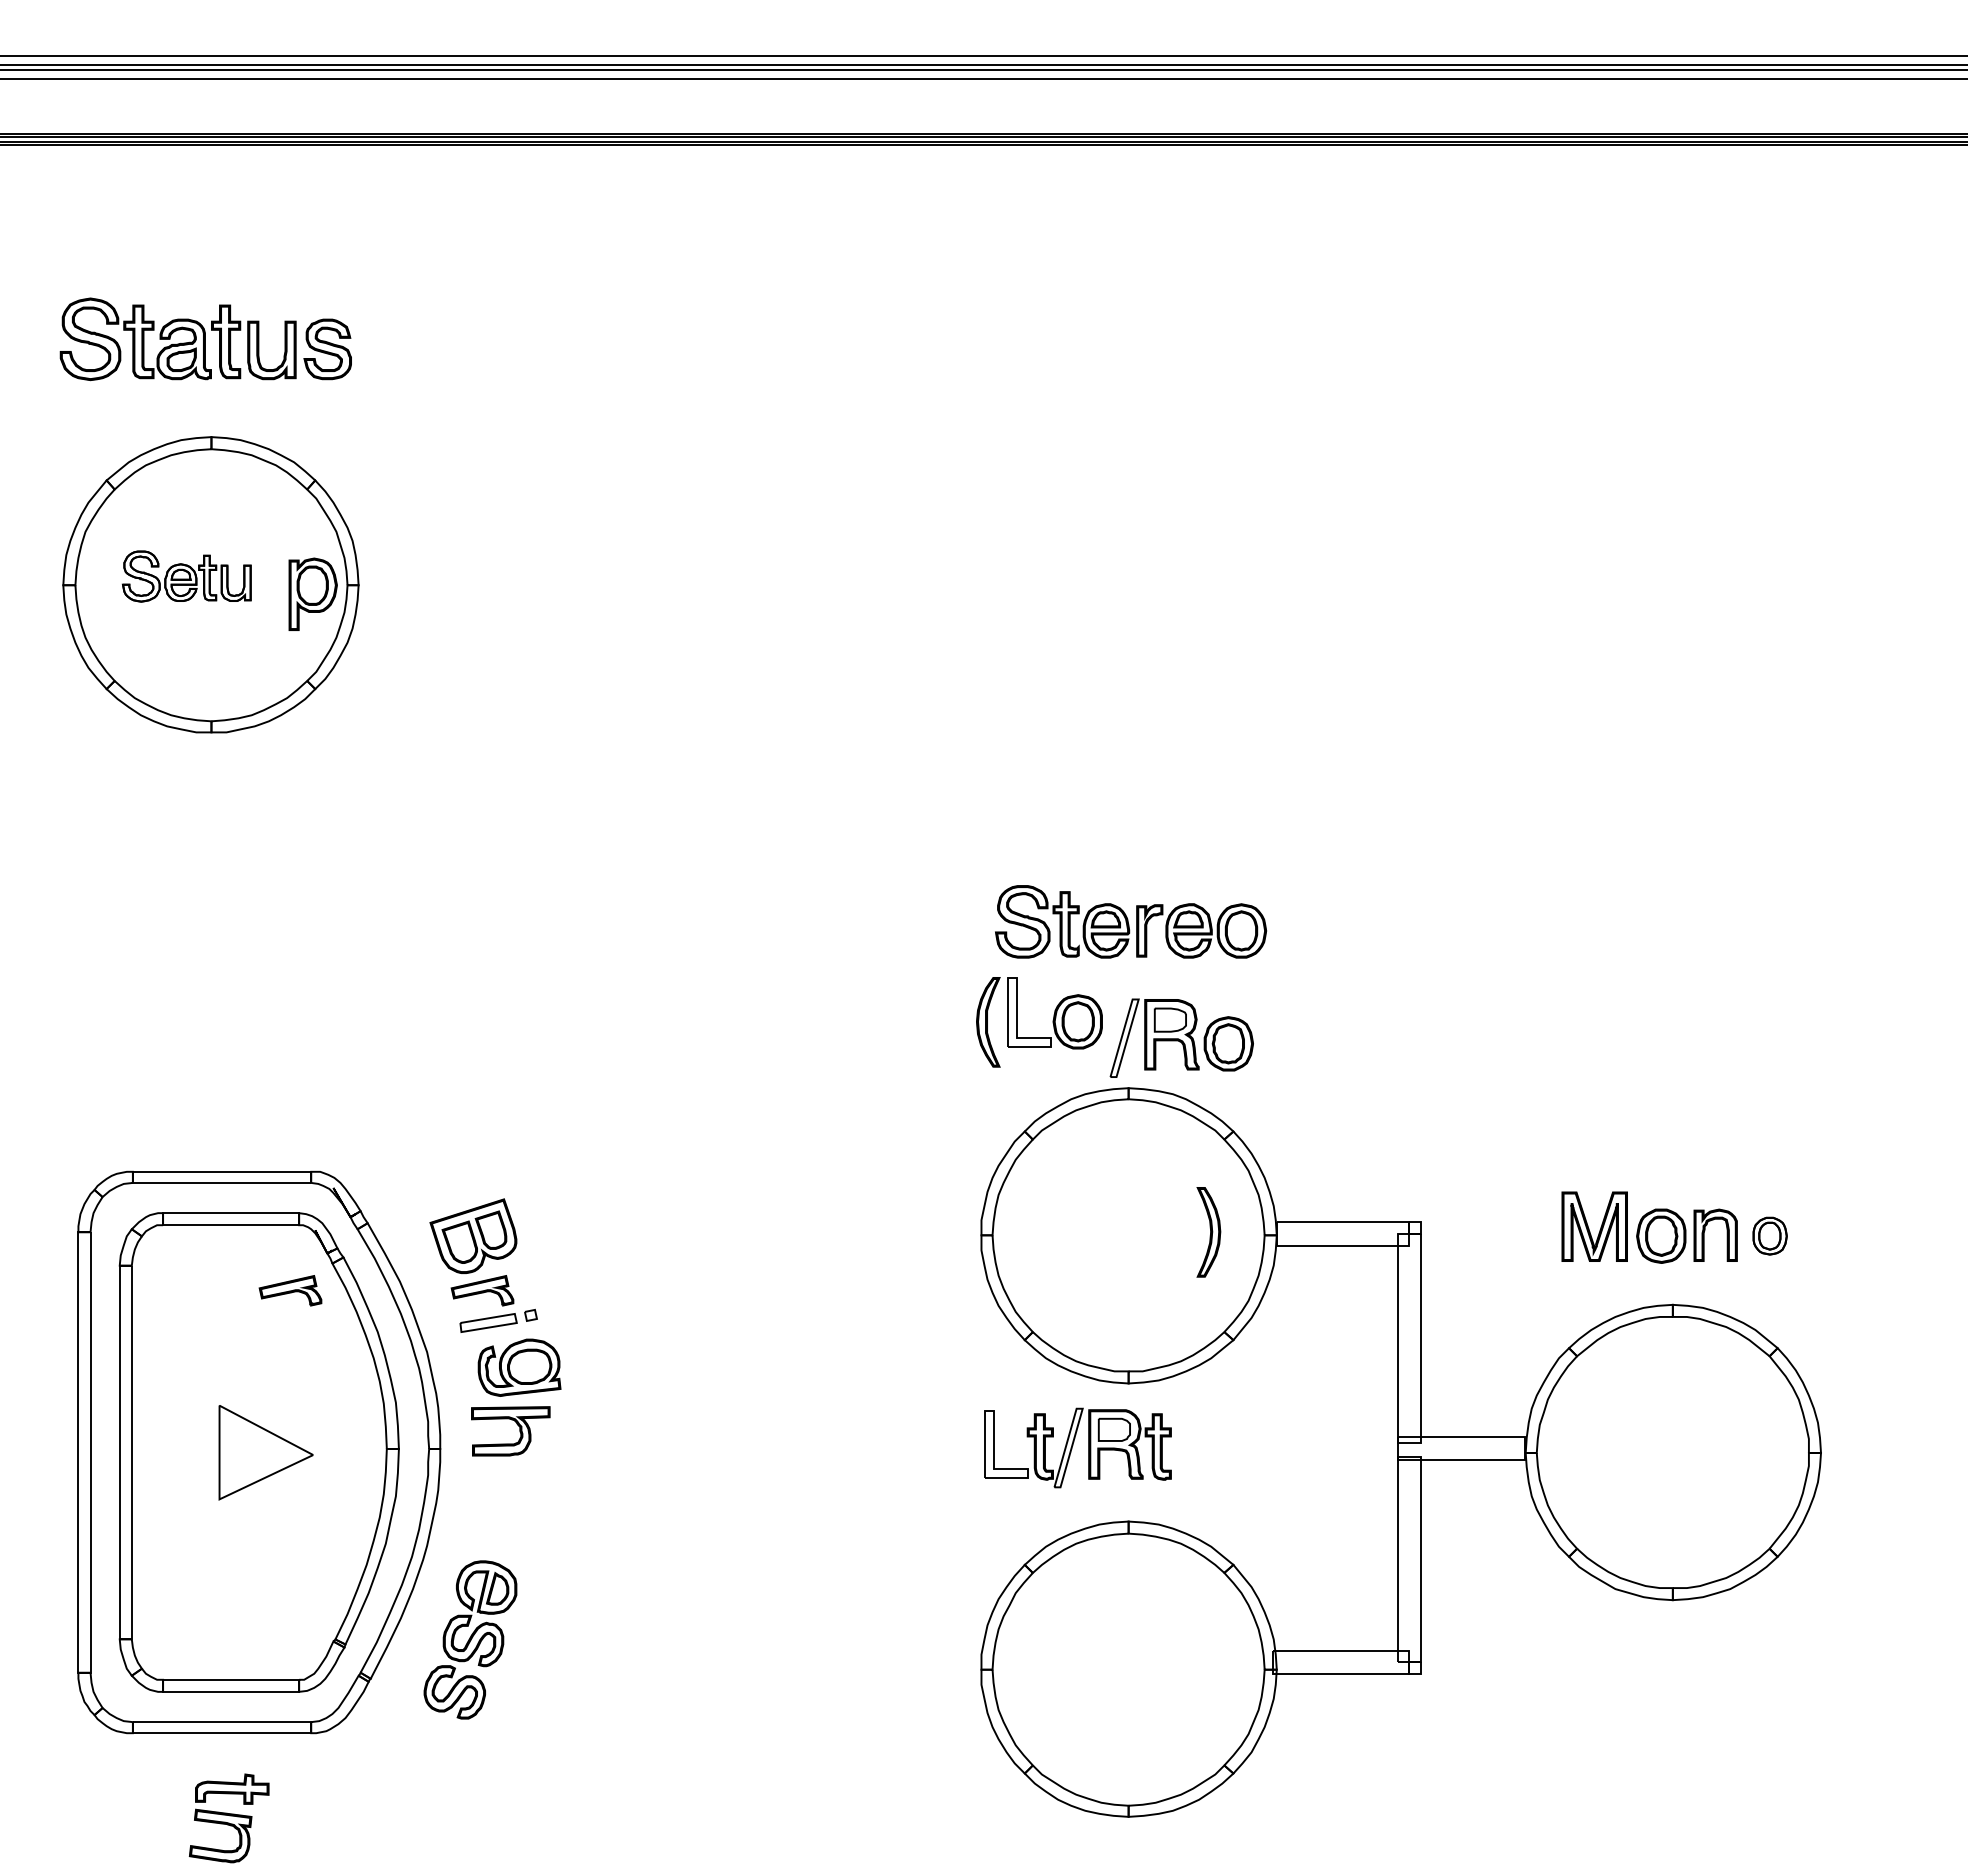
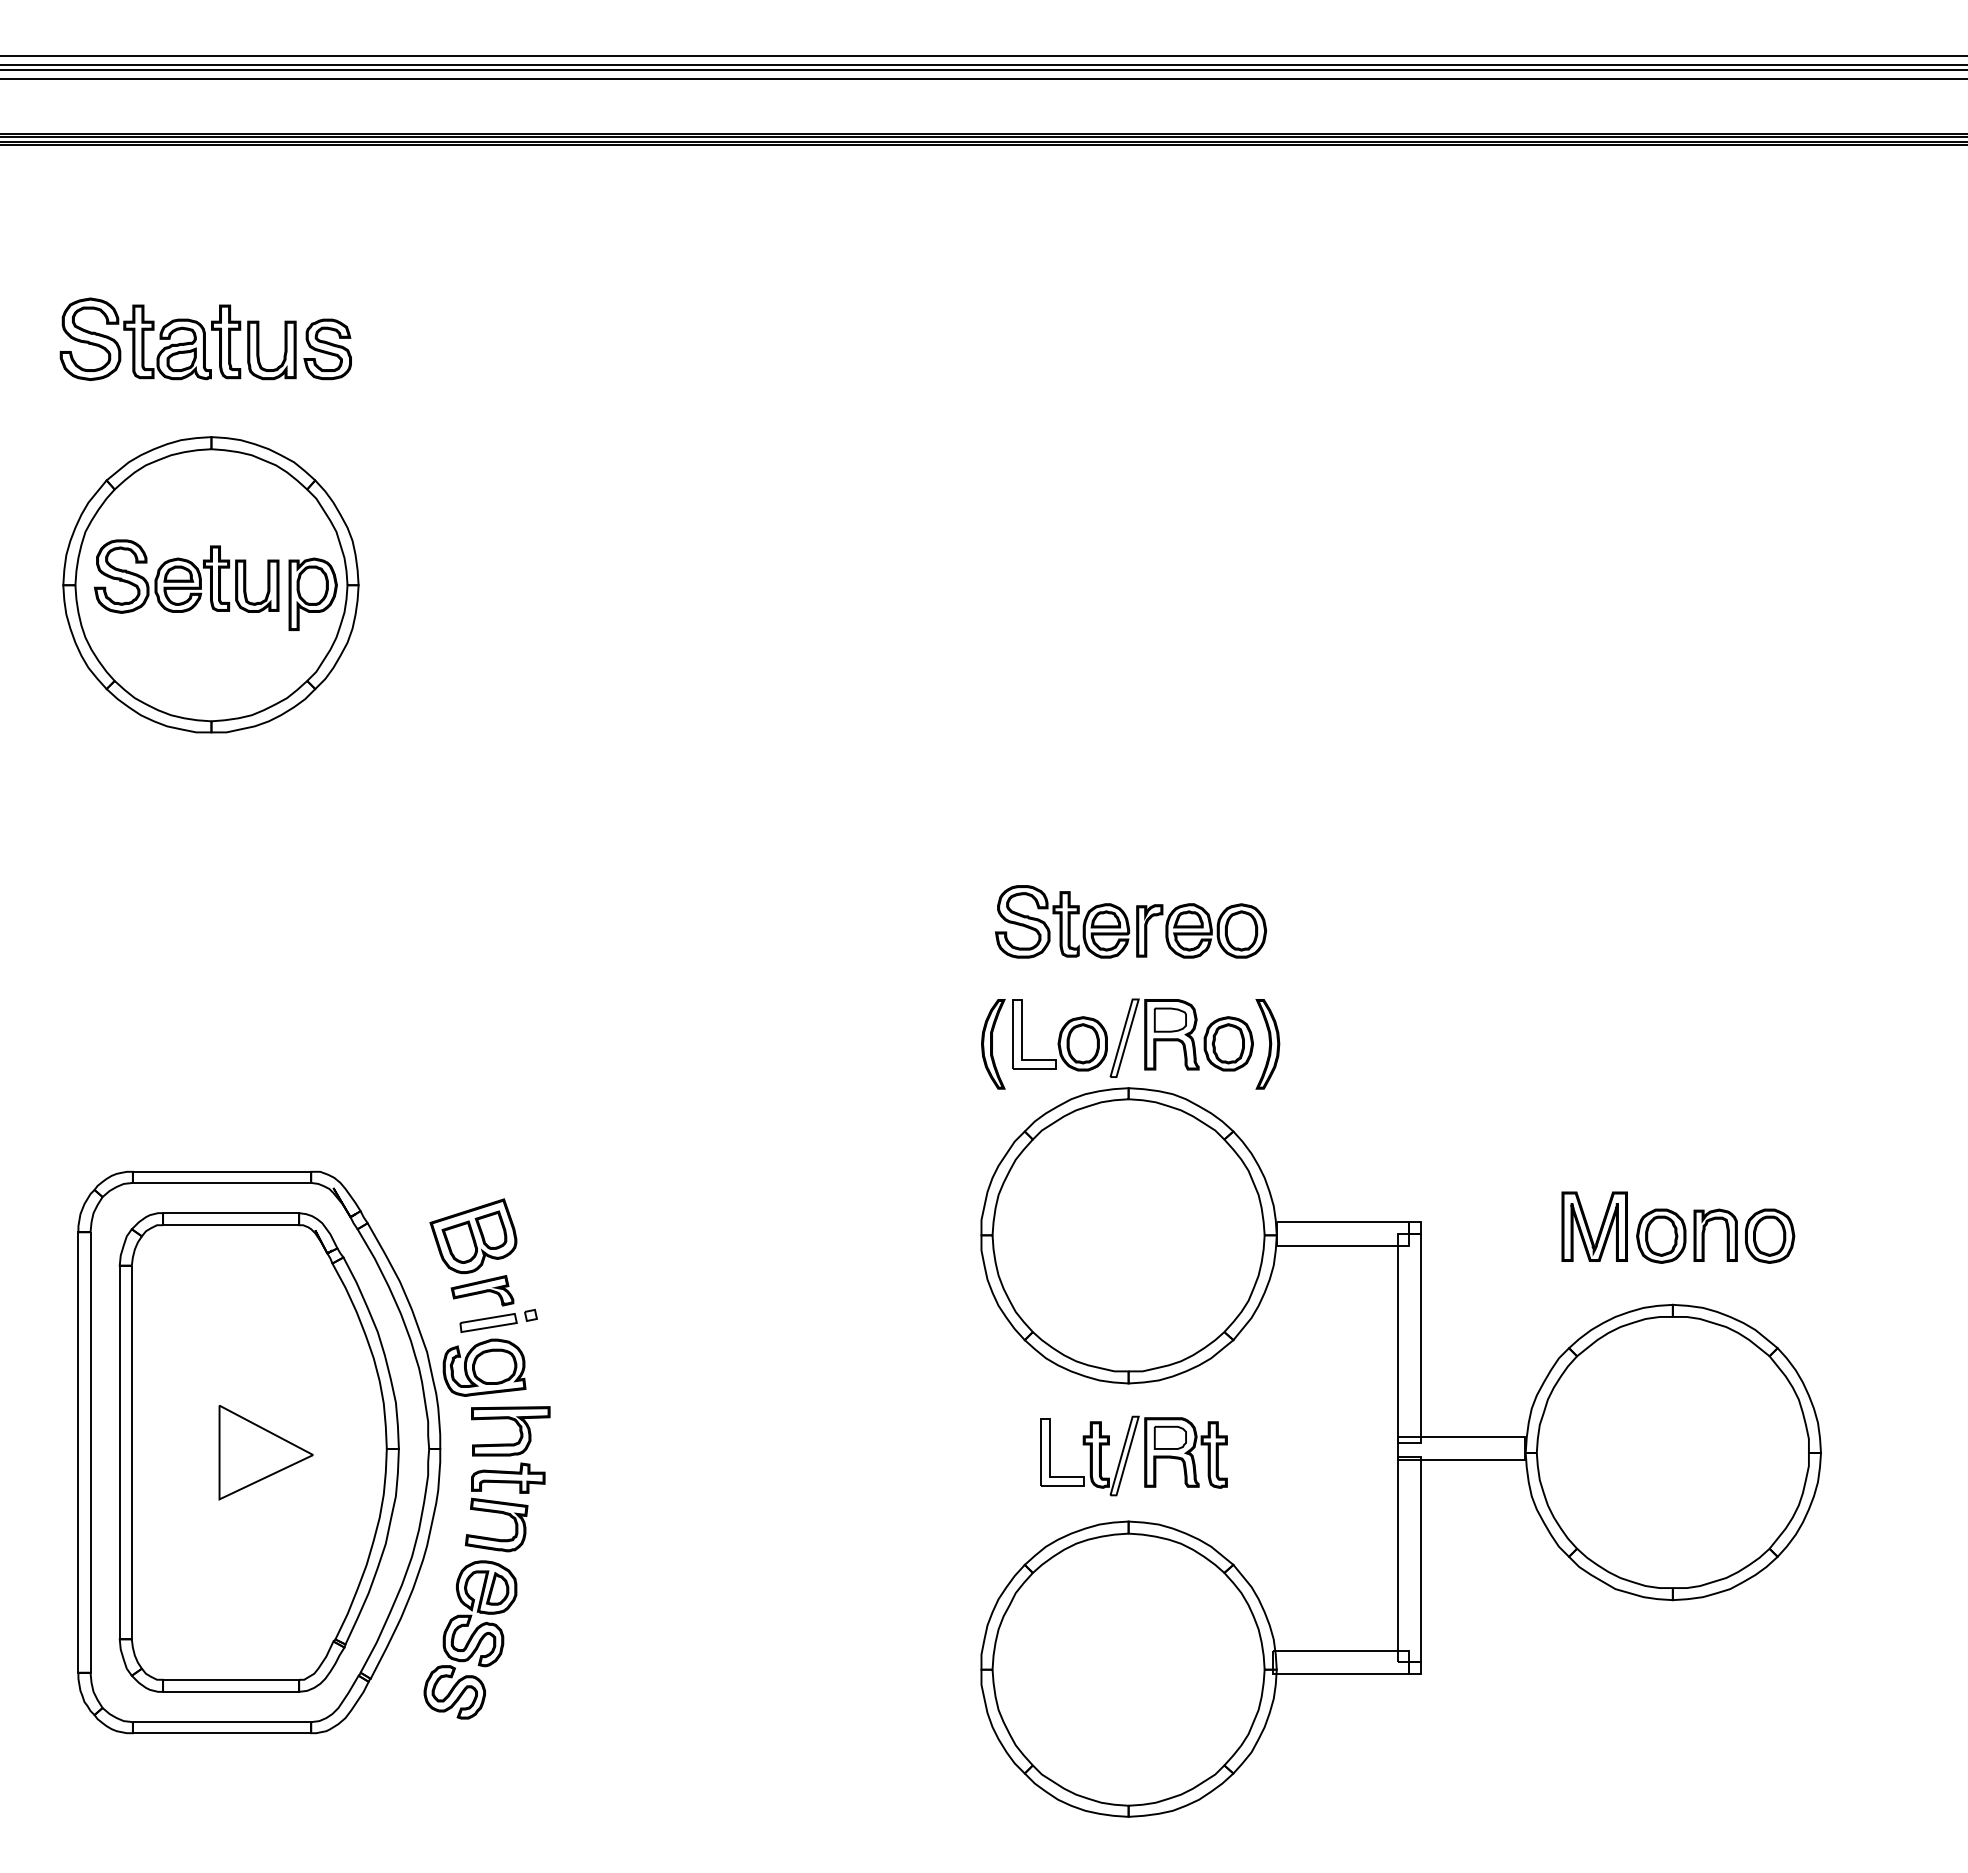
part at (186, 576) size: 131x53 px -> 186x75 px
part at (1052, 1022) position: (1052, 1022) -> (1057, 1044)
part at (1208, 1232) position: (1208, 1232) -> (1267, 1044)
part at (1769, 1235) size: 36x40 px -> 51x56 px
part at (290, 1290): present -> none
part at (519, 1367) position: (519, 1367) -> (484, 1367)
part at (1077, 1447) position: (1077, 1447) -> (1133, 1455)
part at (228, 1818) position: (228, 1818) -> (504, 1507)
